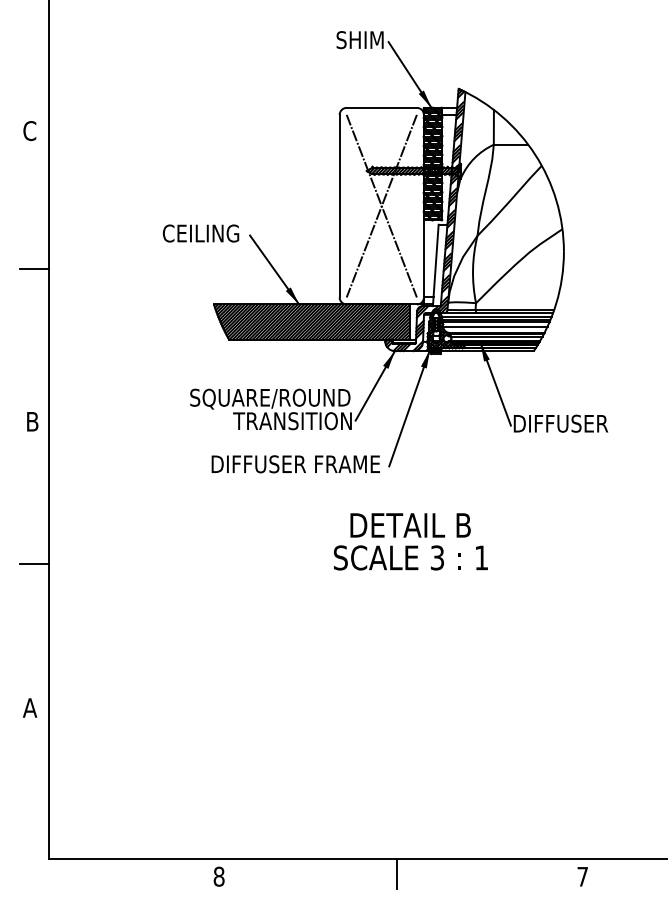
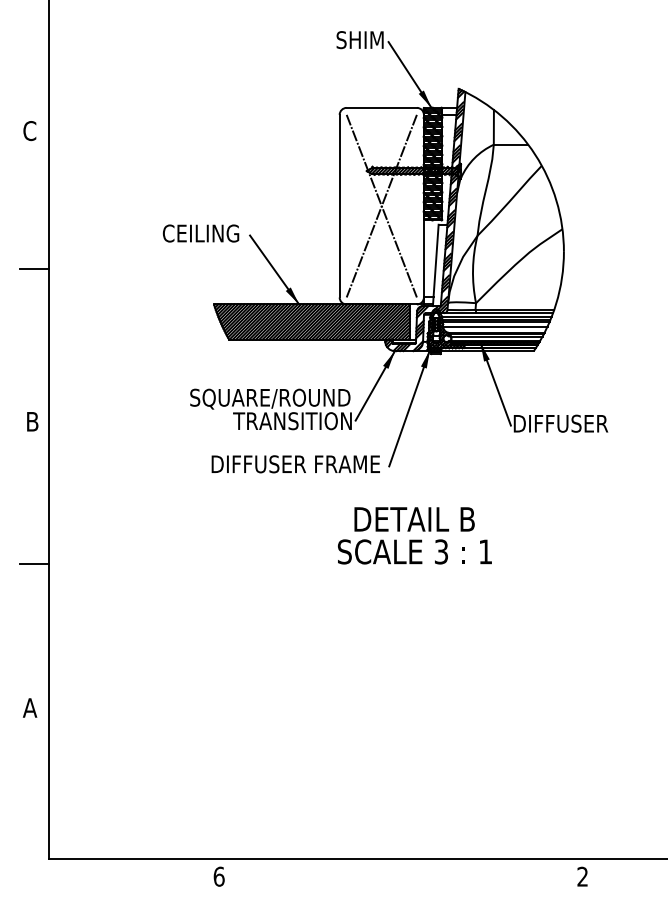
text at (410, 541) position: (410, 541) -> (414, 535)
line at (397, 873): present -> none
text at (218, 876): 8 -> 6
text at (582, 876): 7 -> 2
